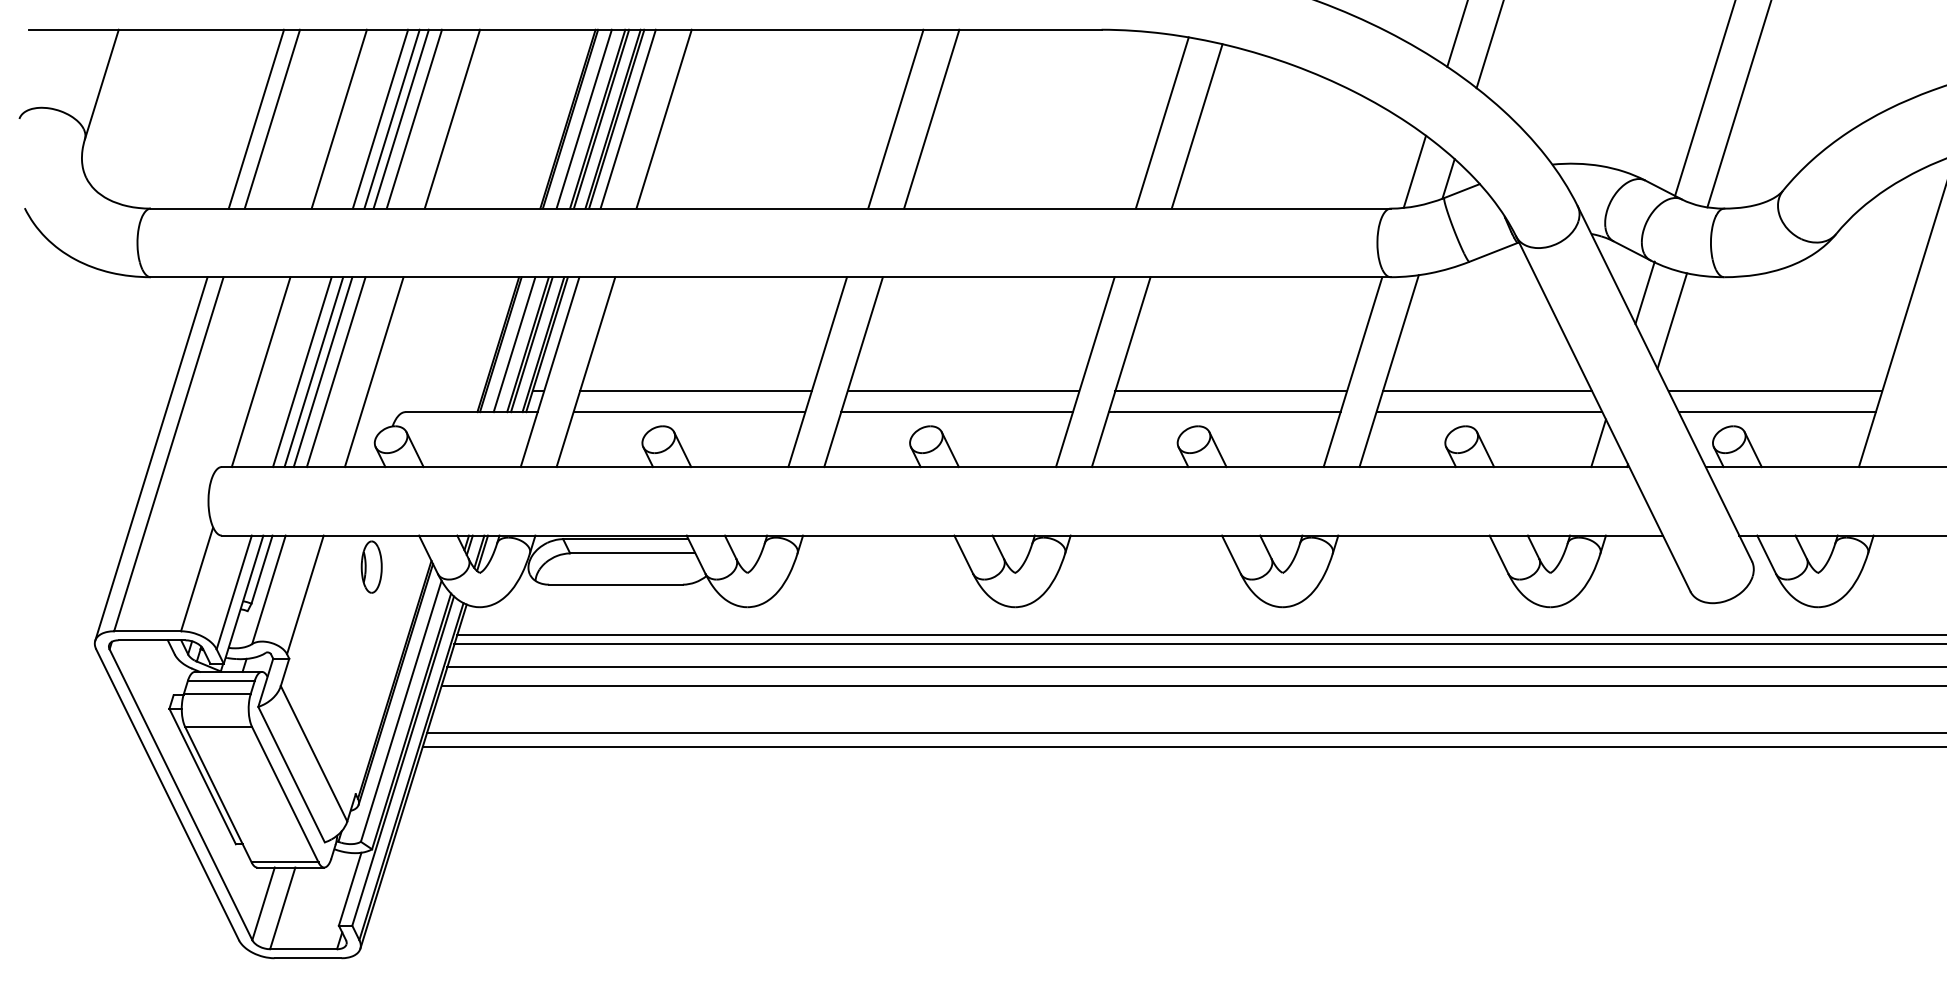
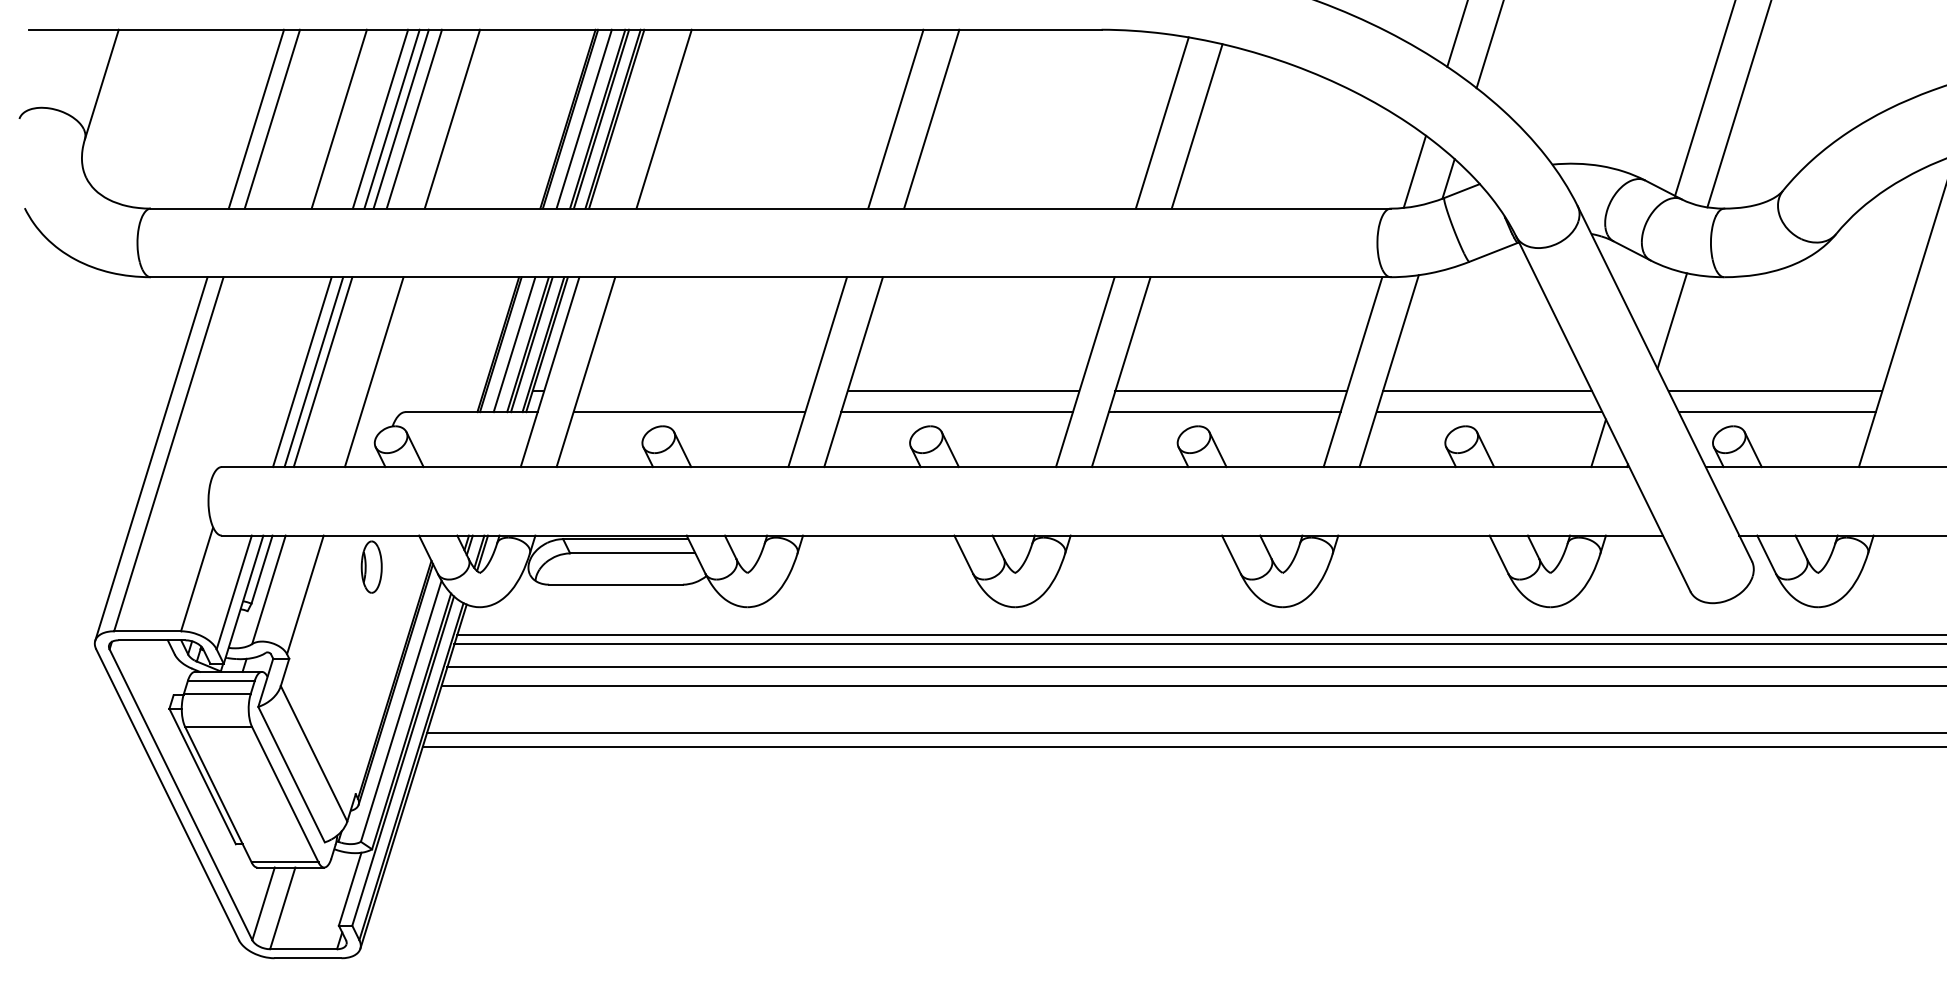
line at (627, 118): present -> none
line at (1644, 292): present -> none
line at (260, 372): present -> none
line at (335, 372): present -> none
line at (695, 391): present -> none
